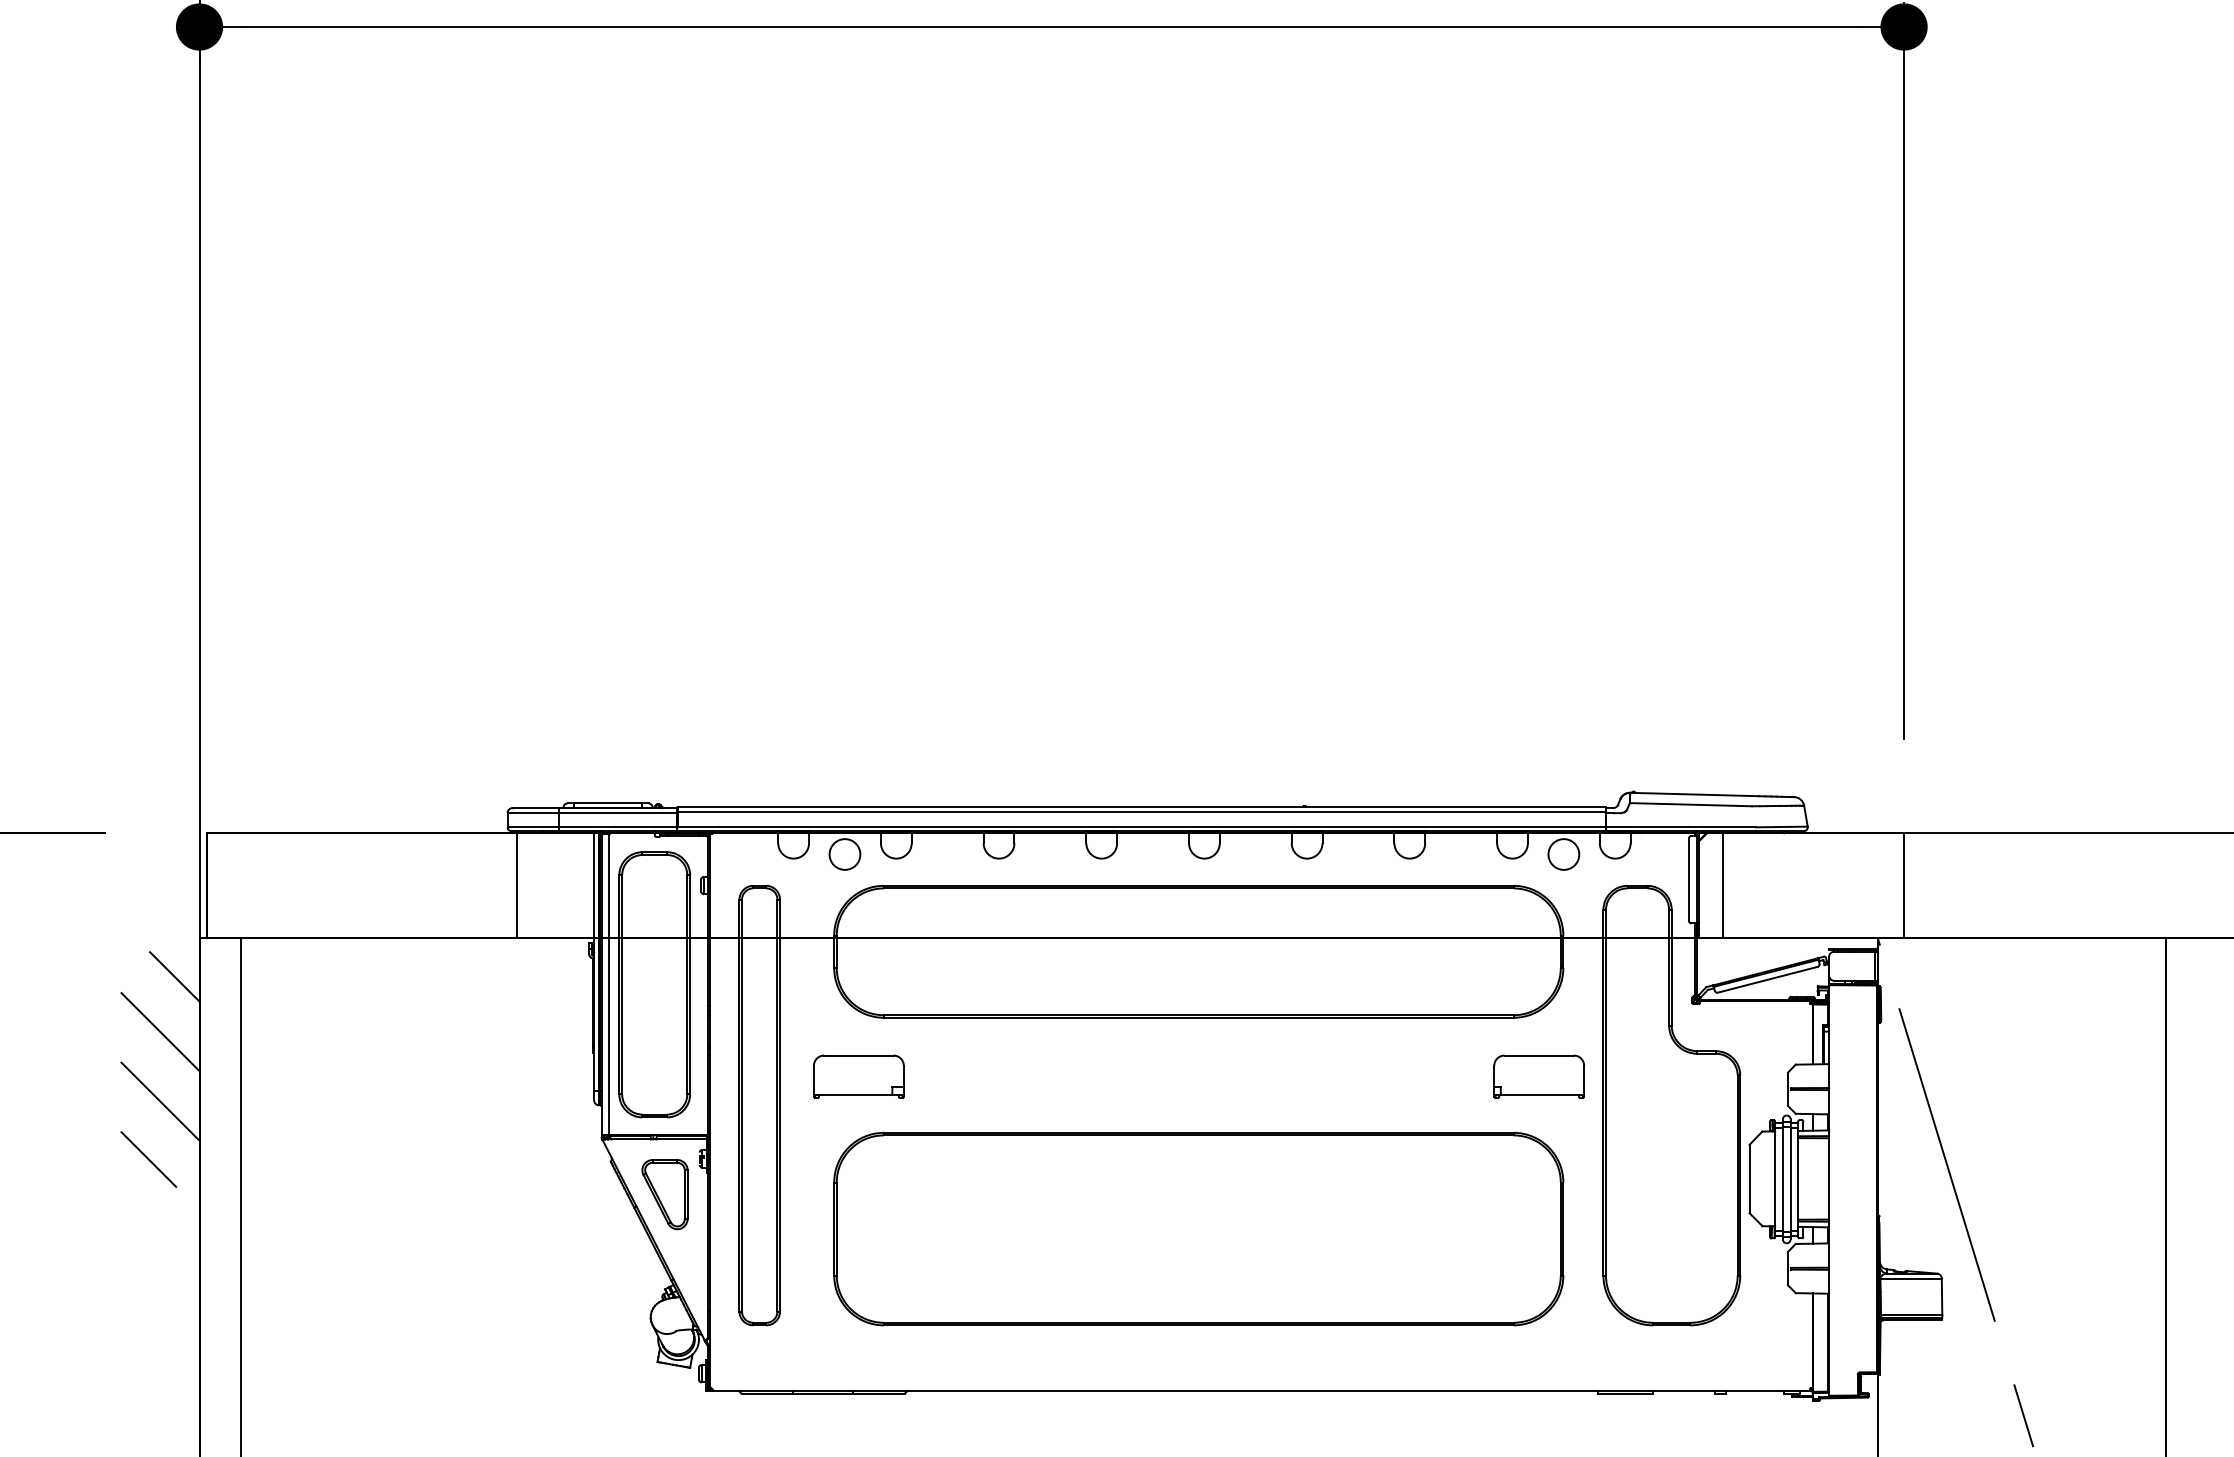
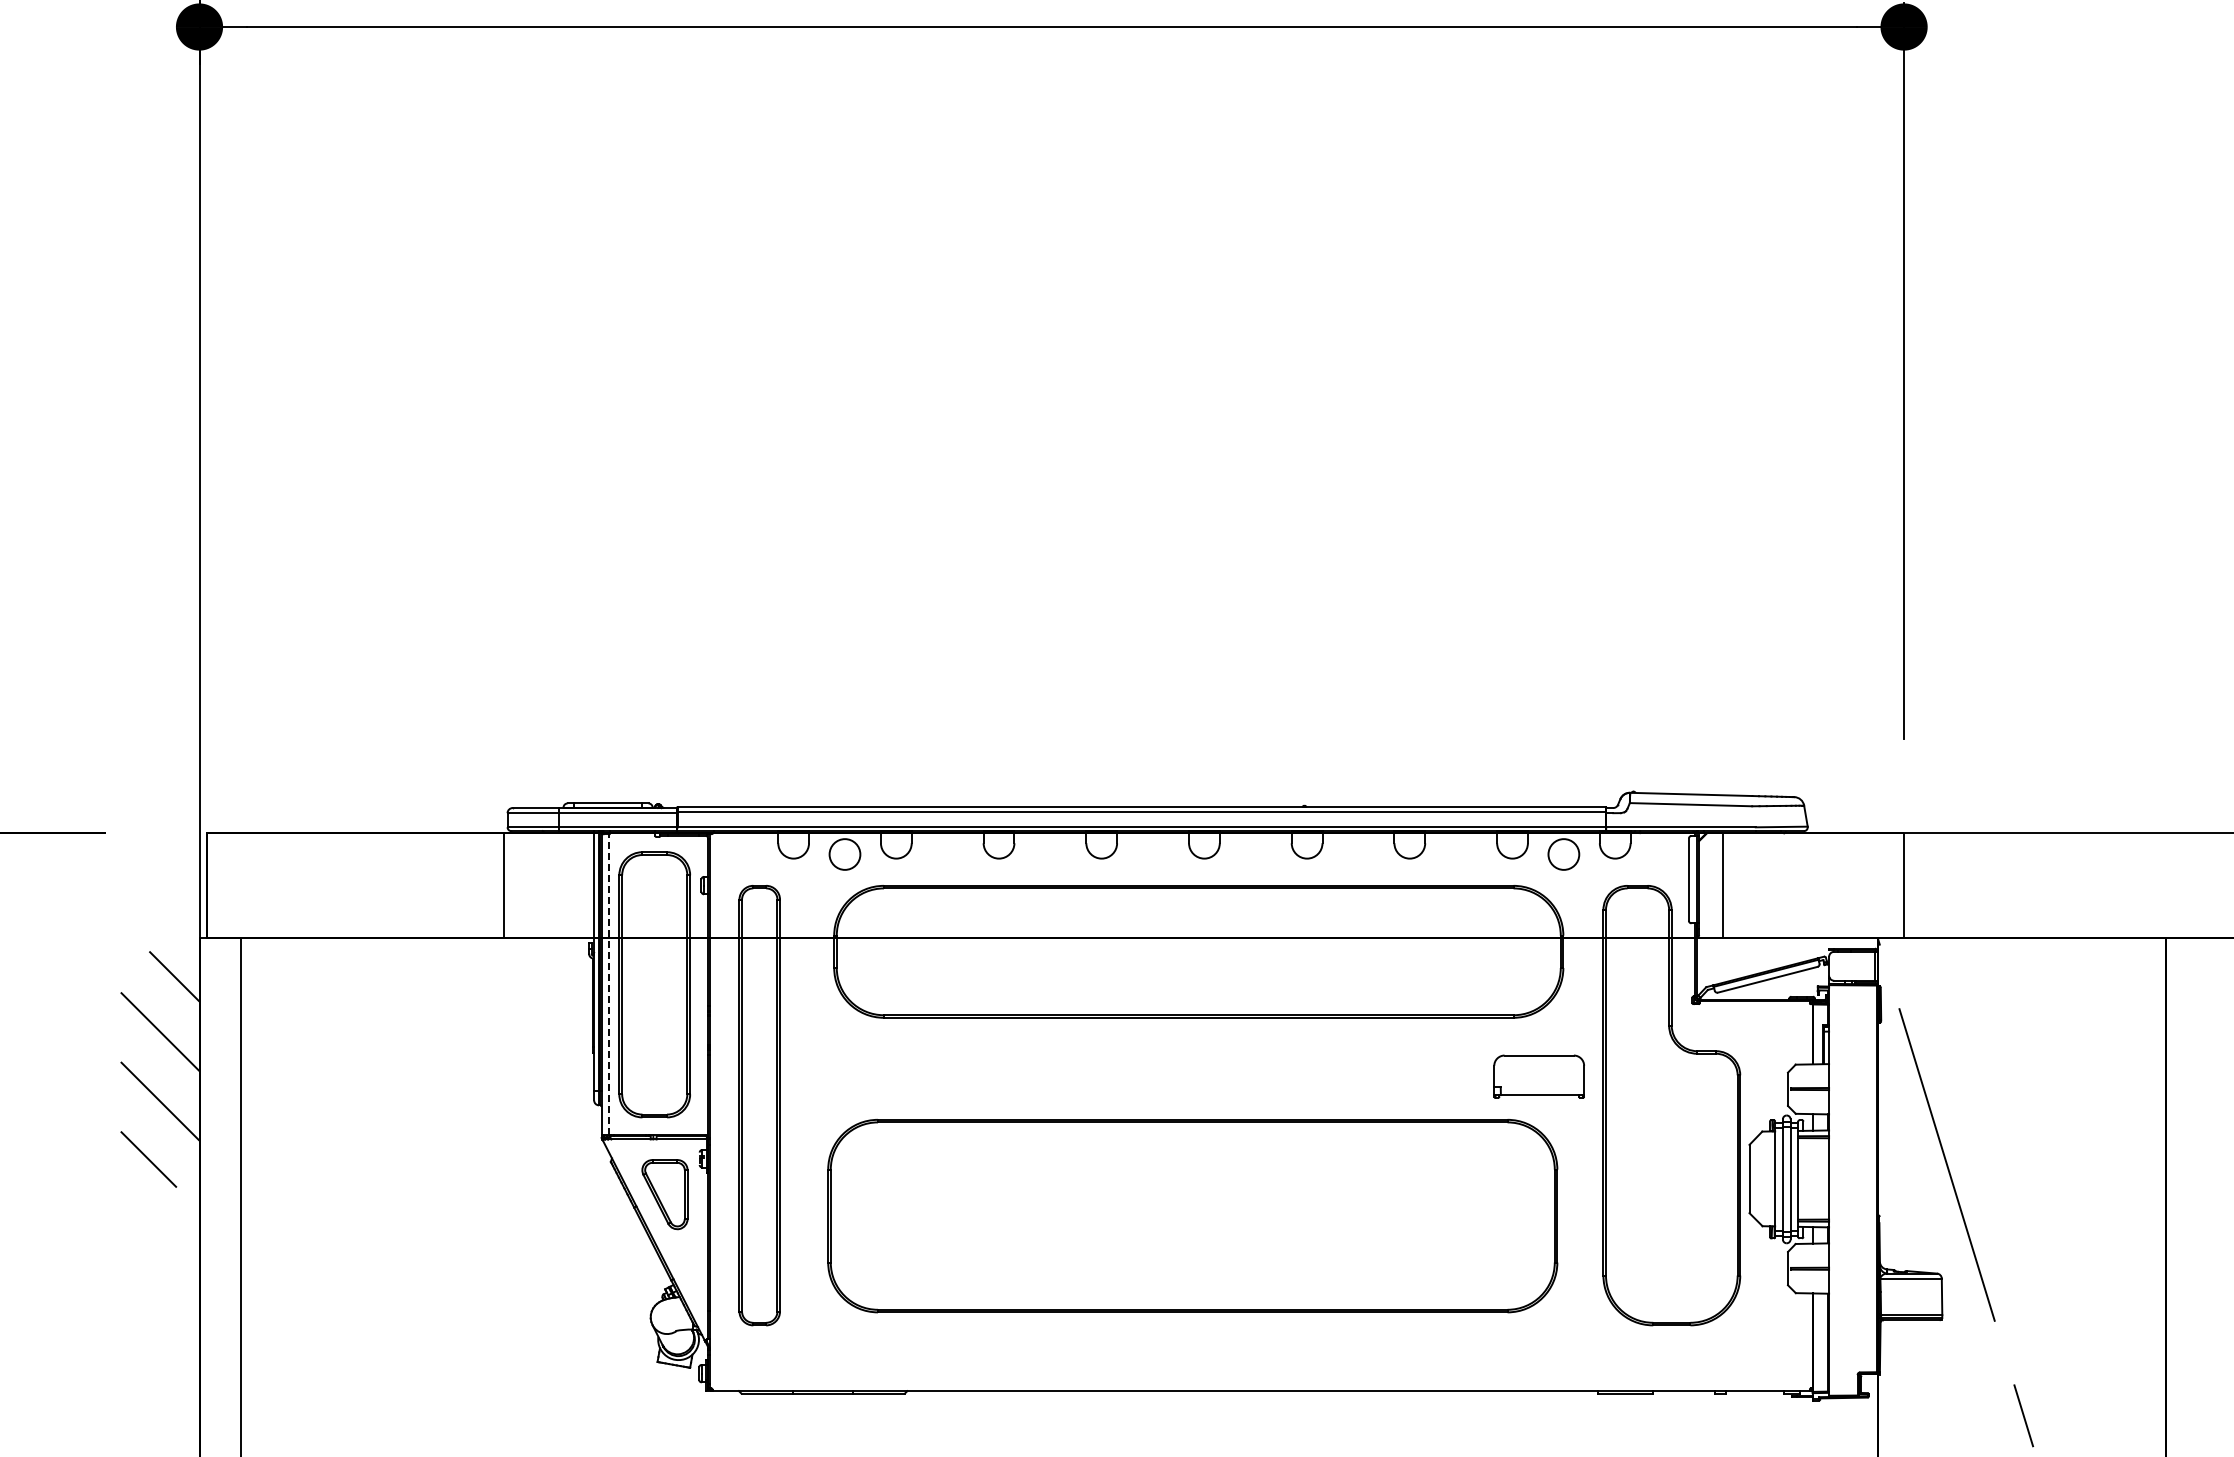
line at (516, 885) position: (516, 885) -> (503, 885)
line at (609, 984): solid -> dashed
part at (858, 1076): present -> none
part at (1198, 1229) position: (1198, 1229) -> (1192, 1216)
